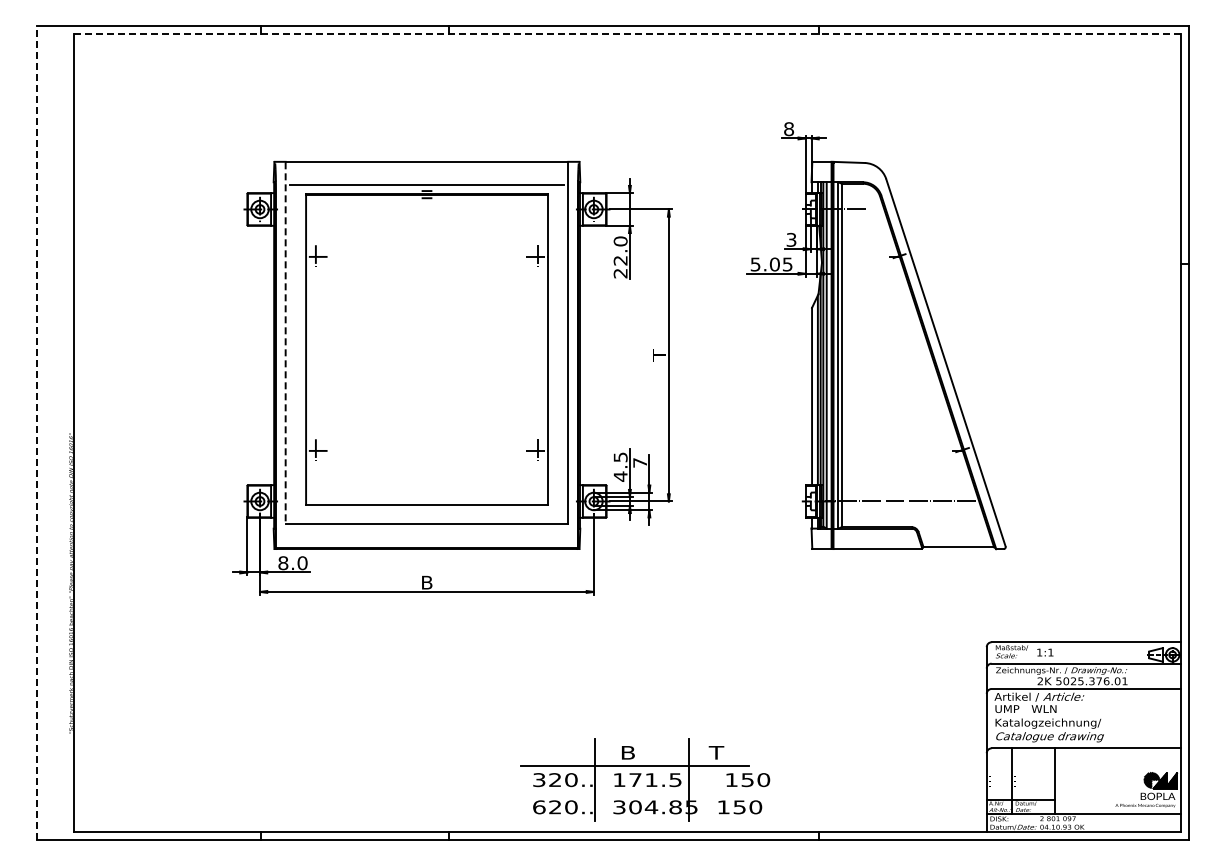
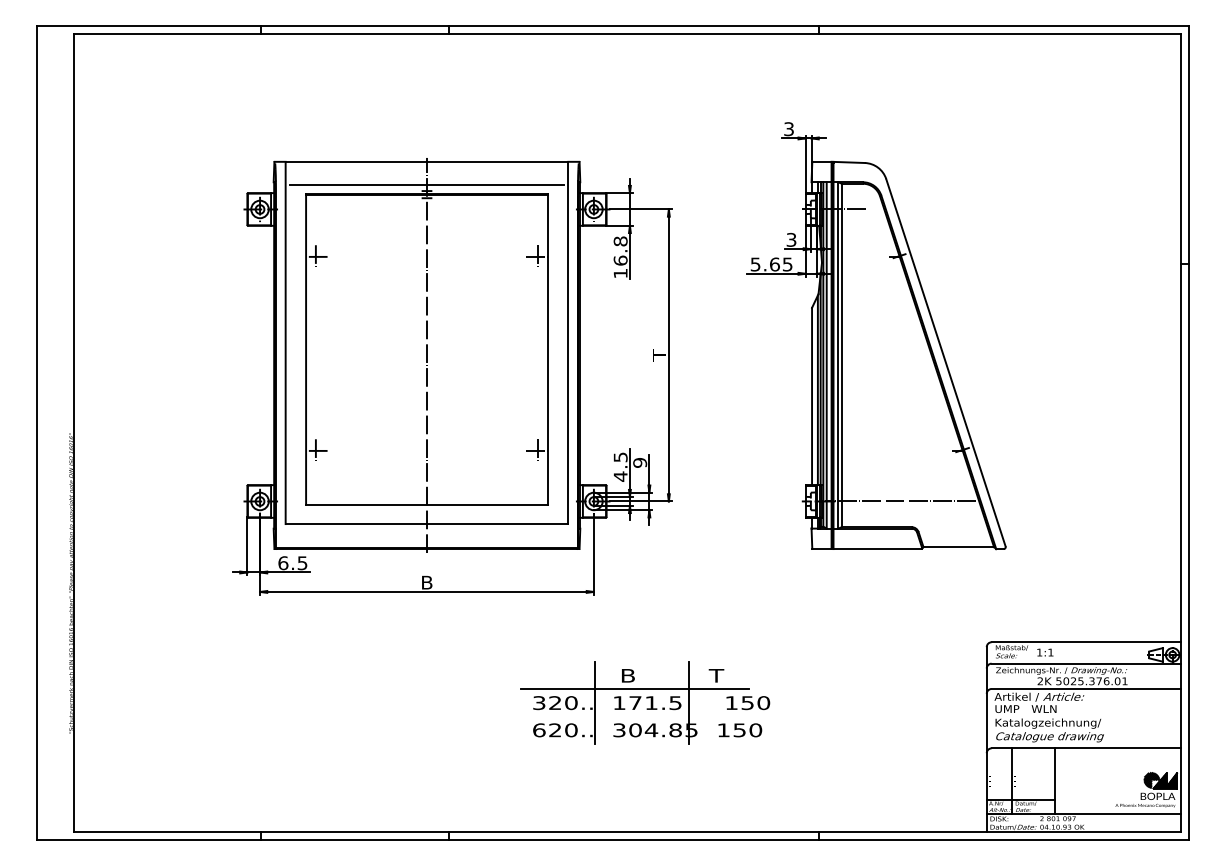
line at (627, 33): dashed -> solid
text at (789, 129): 8 -> 3
text at (620, 257): 22.0 -> 16.8
text at (774, 264): 5.05 -> 5.65
line at (285, 343): dashed -> solid
line at (426, 355): none -> present
line at (36, 432): dashed -> solid
text at (640, 462): 7 -> 9
text at (292, 563): 8.0 -> 6.5
part at (645, 779) position: (645, 779) -> (645, 702)
